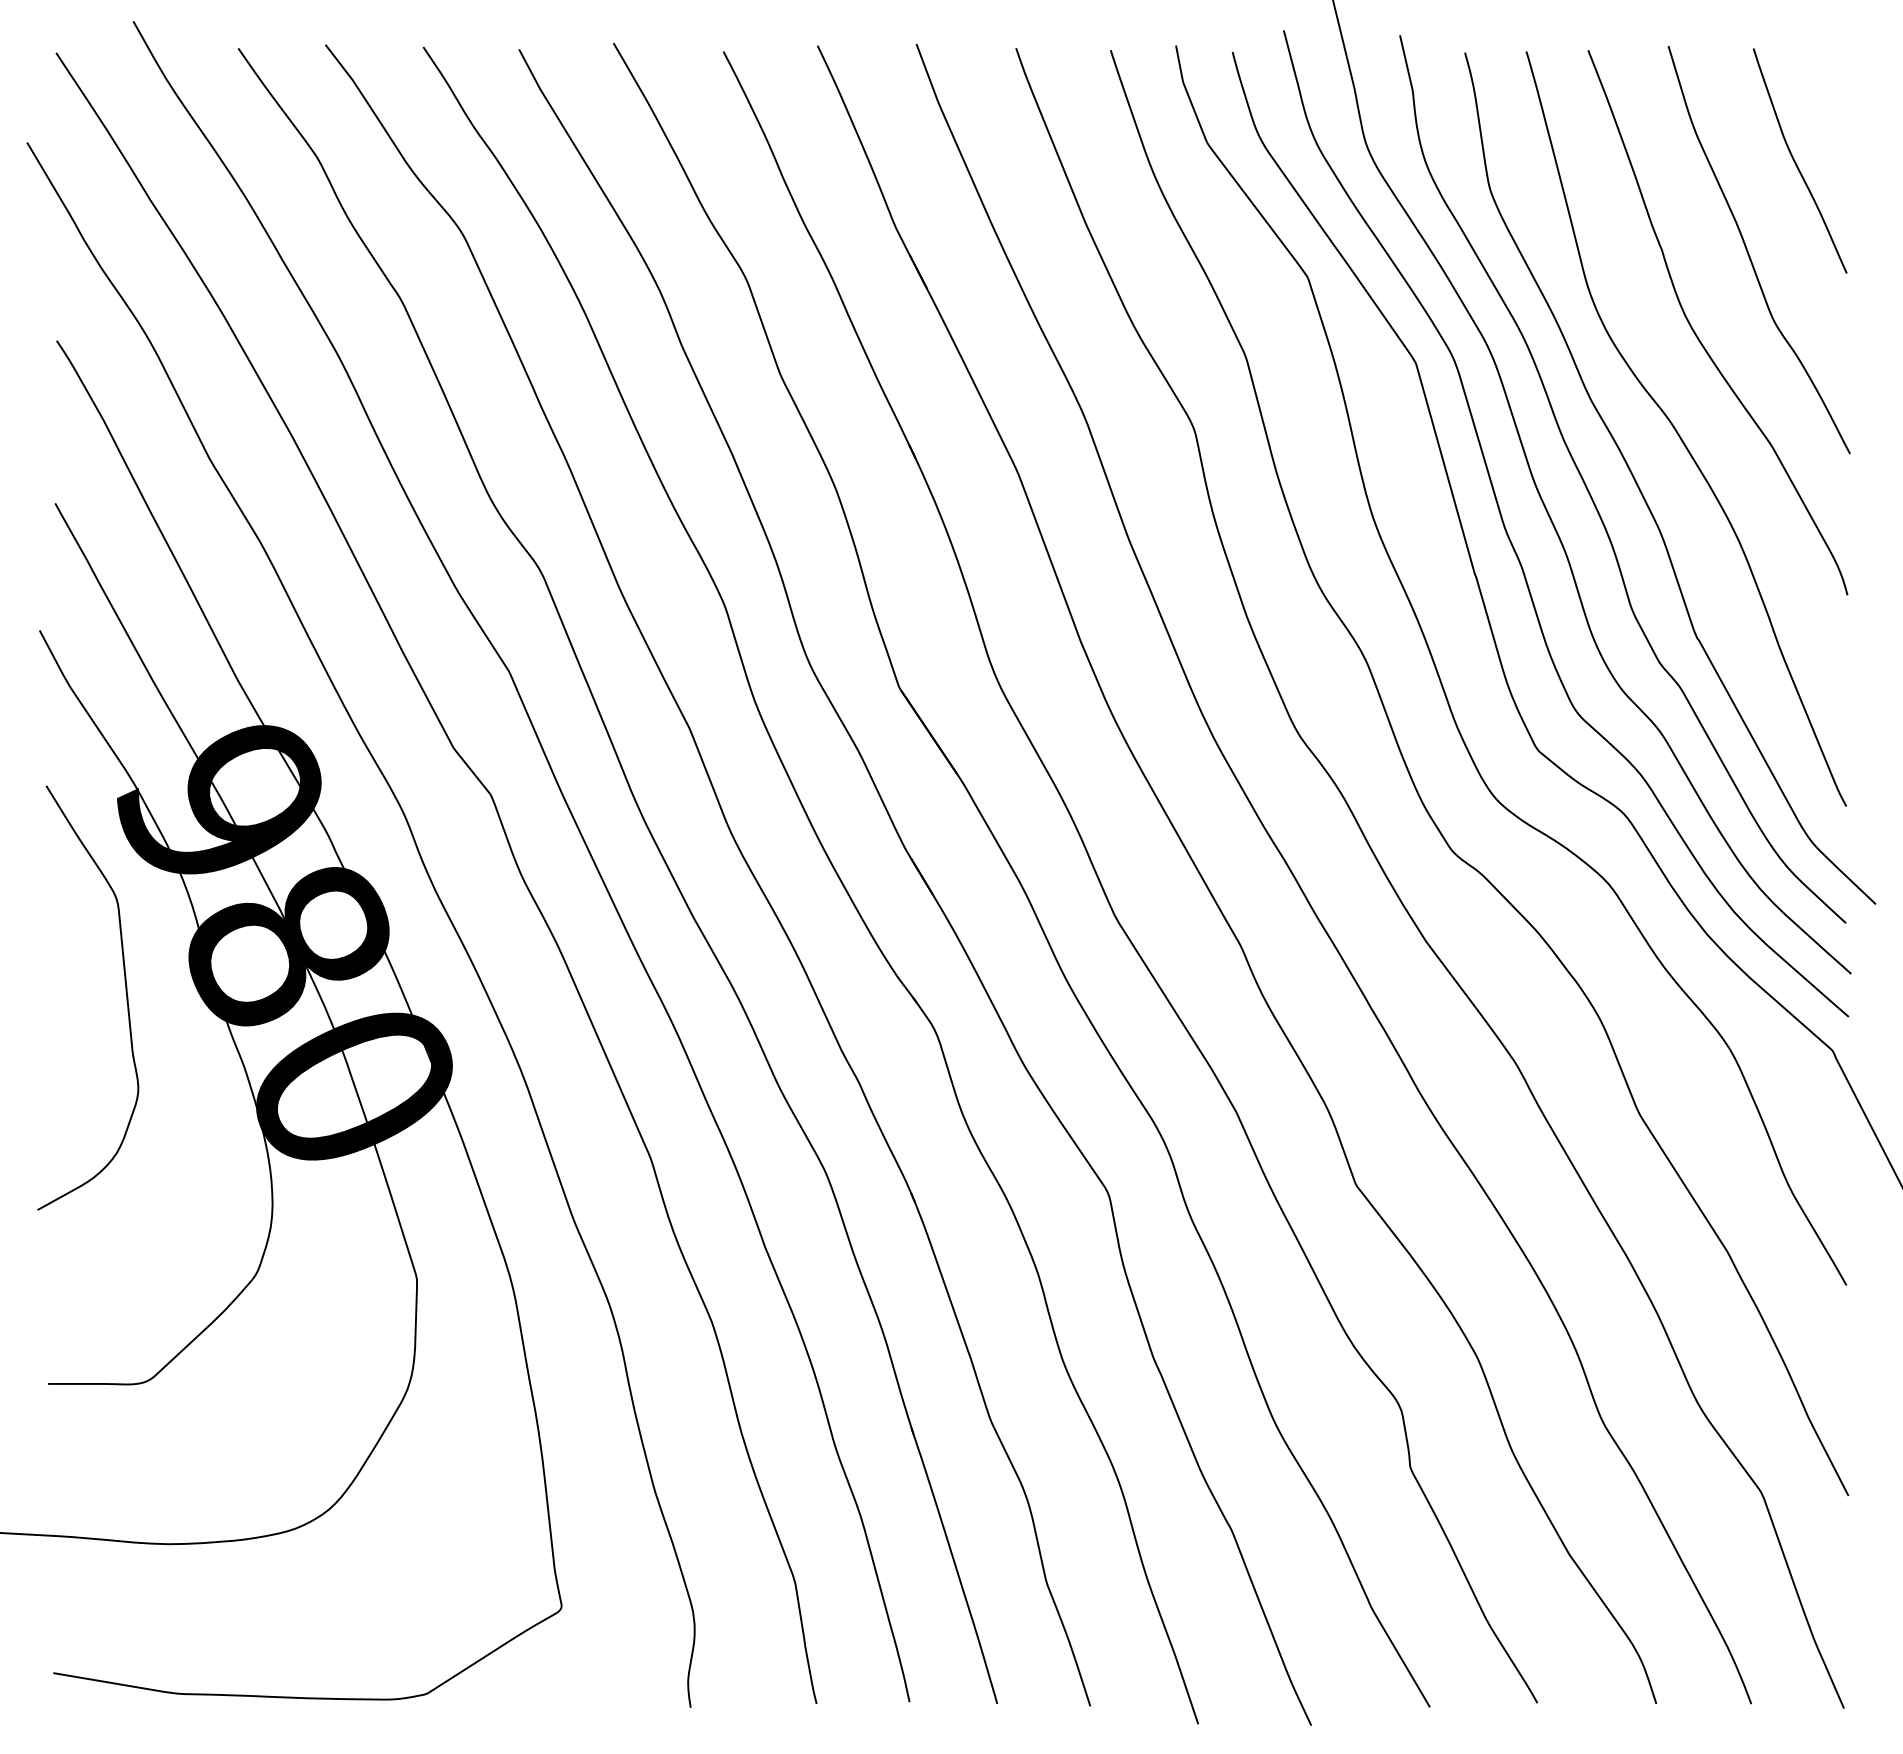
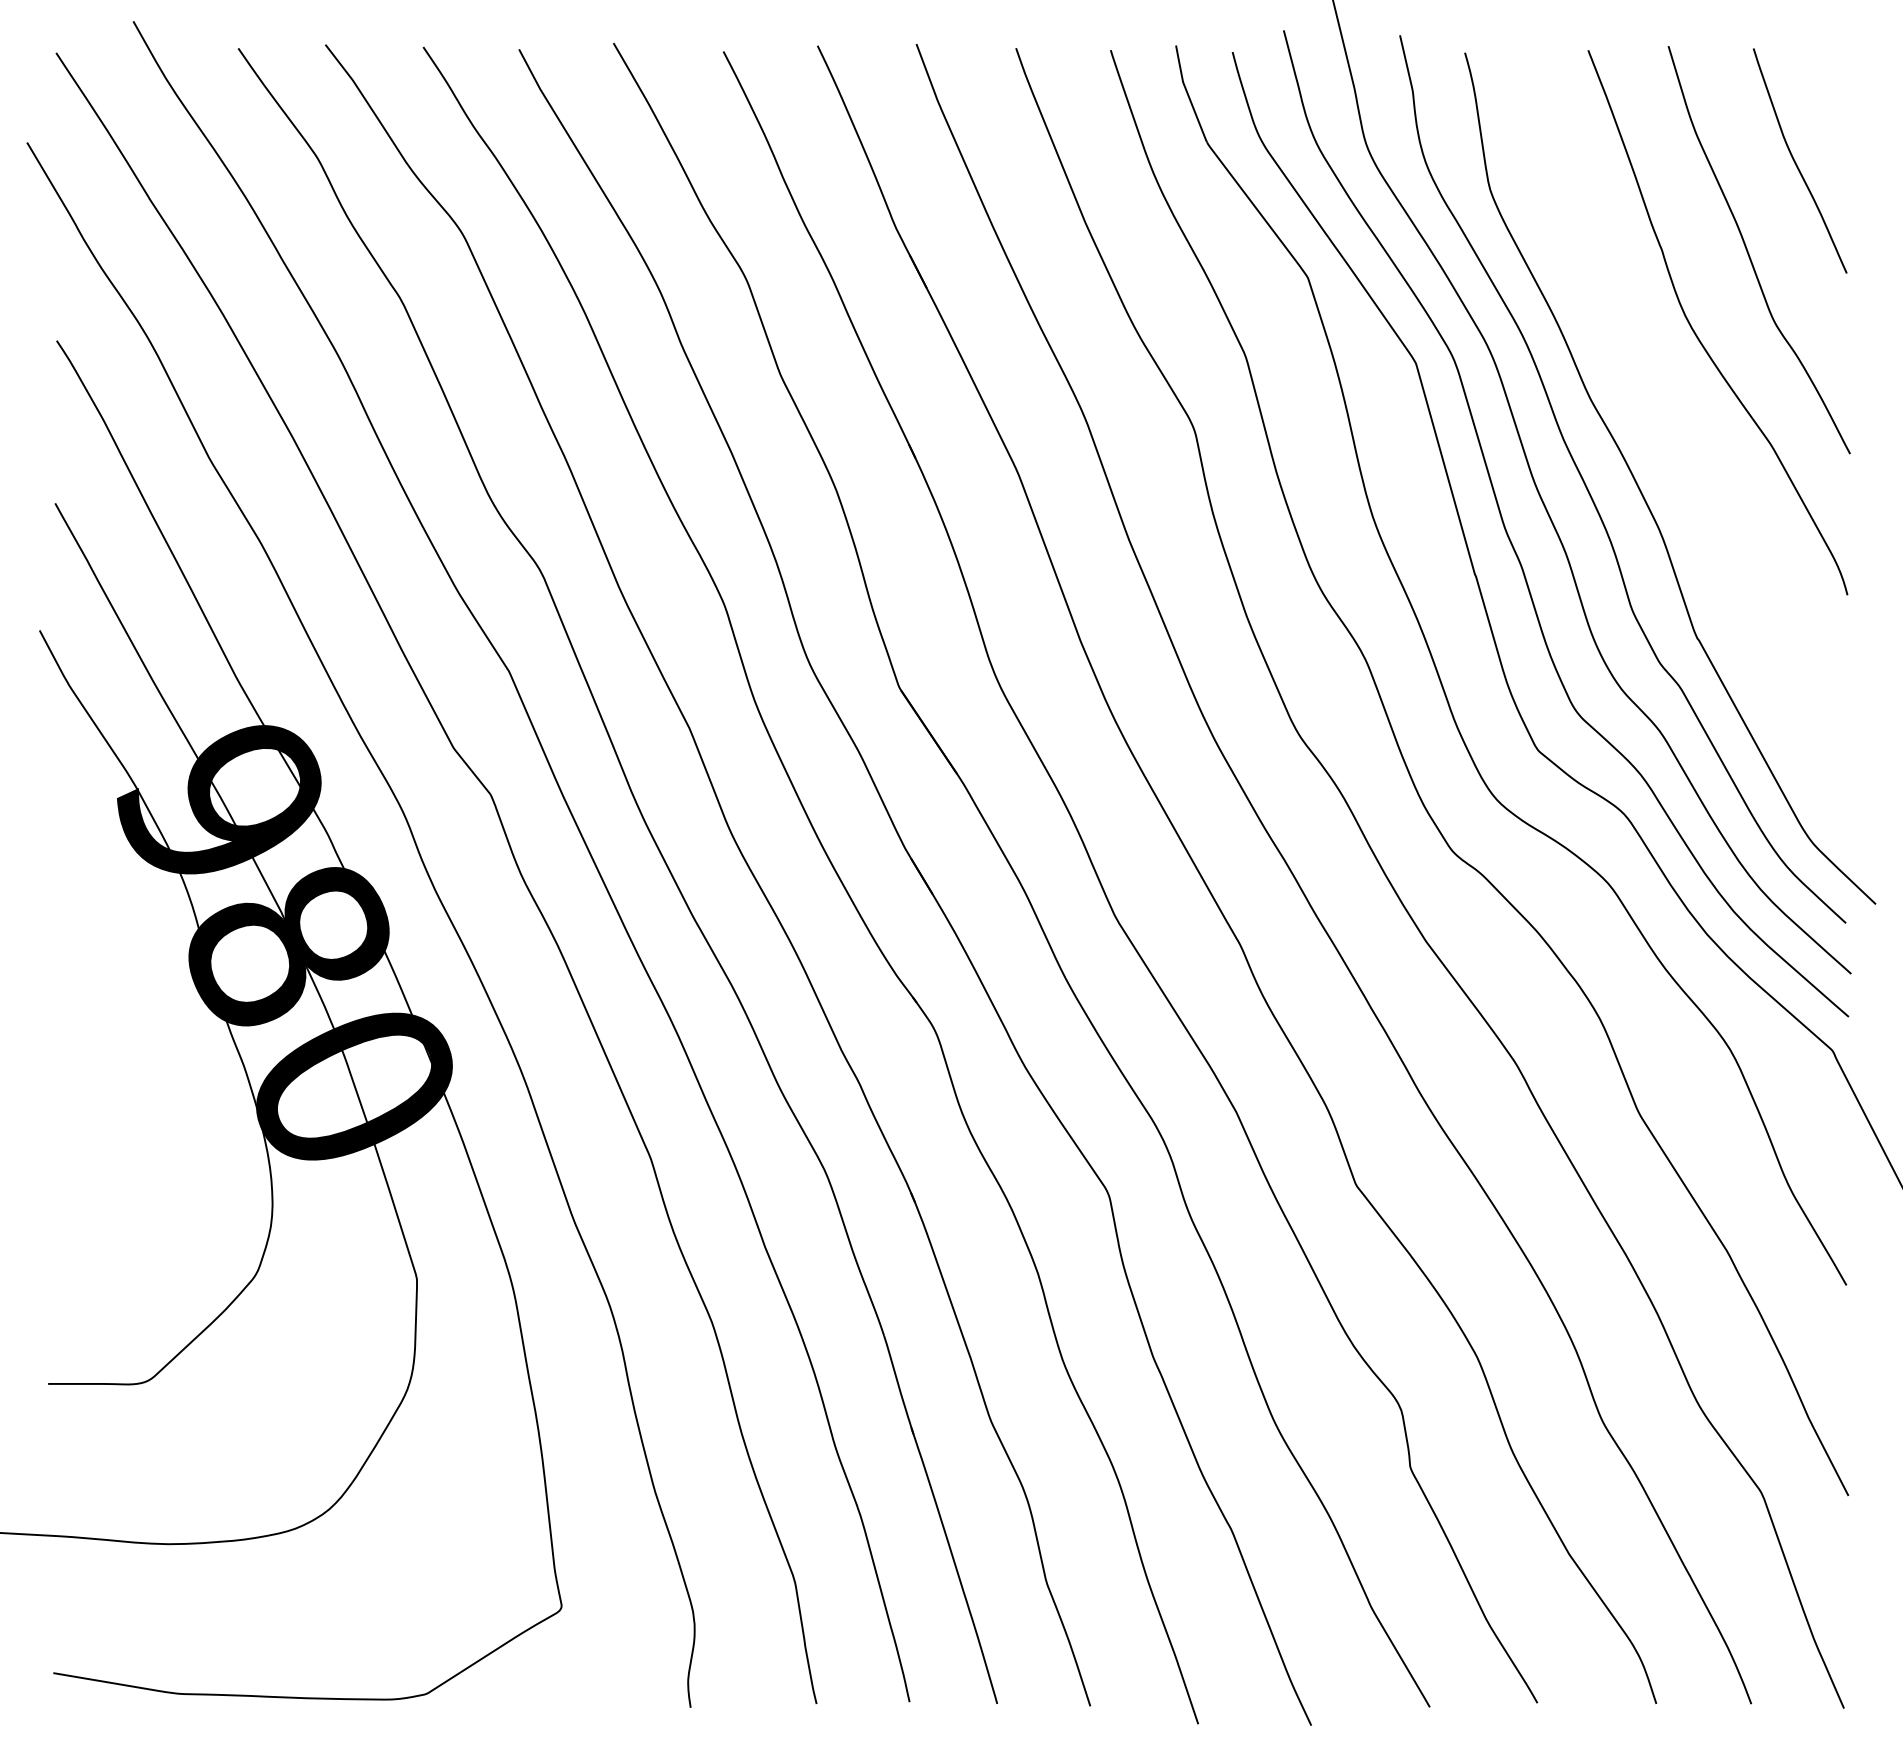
curve at (1678, 432): present -> none
curve at (125, 992): present -> none
